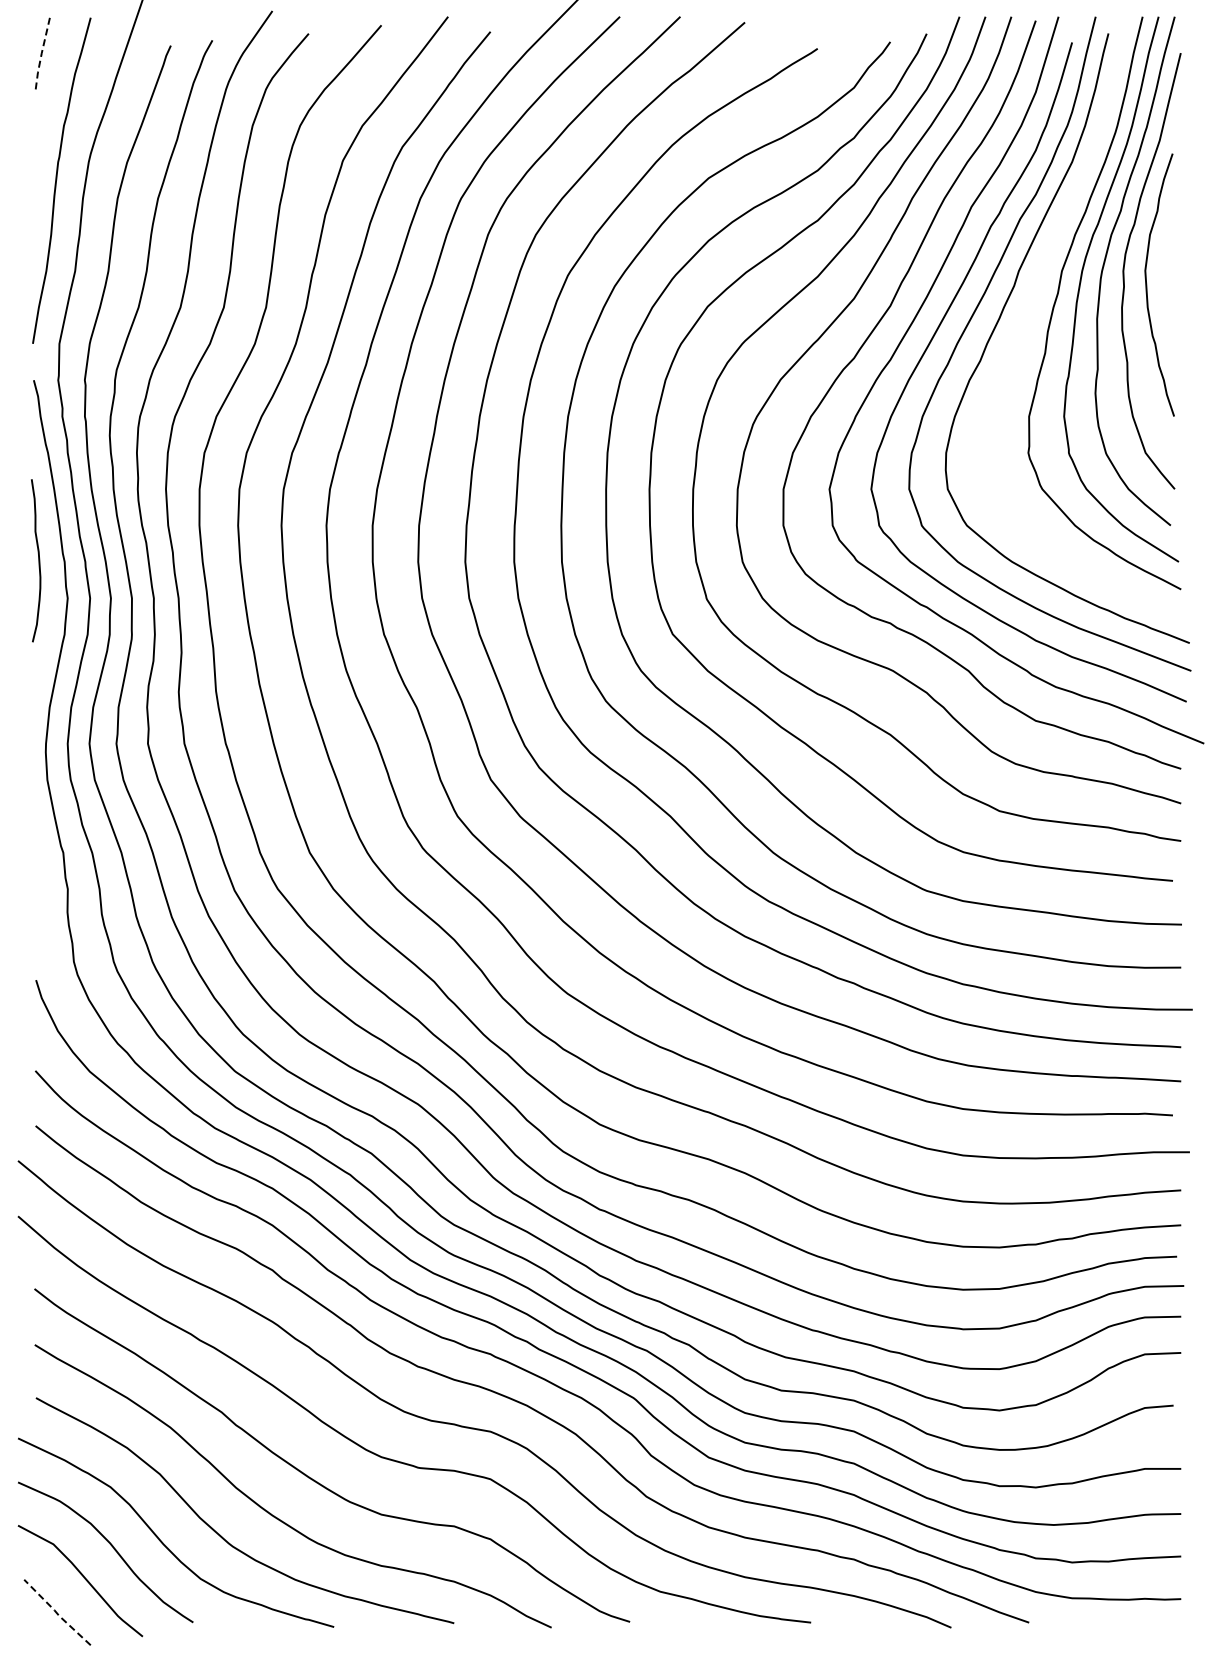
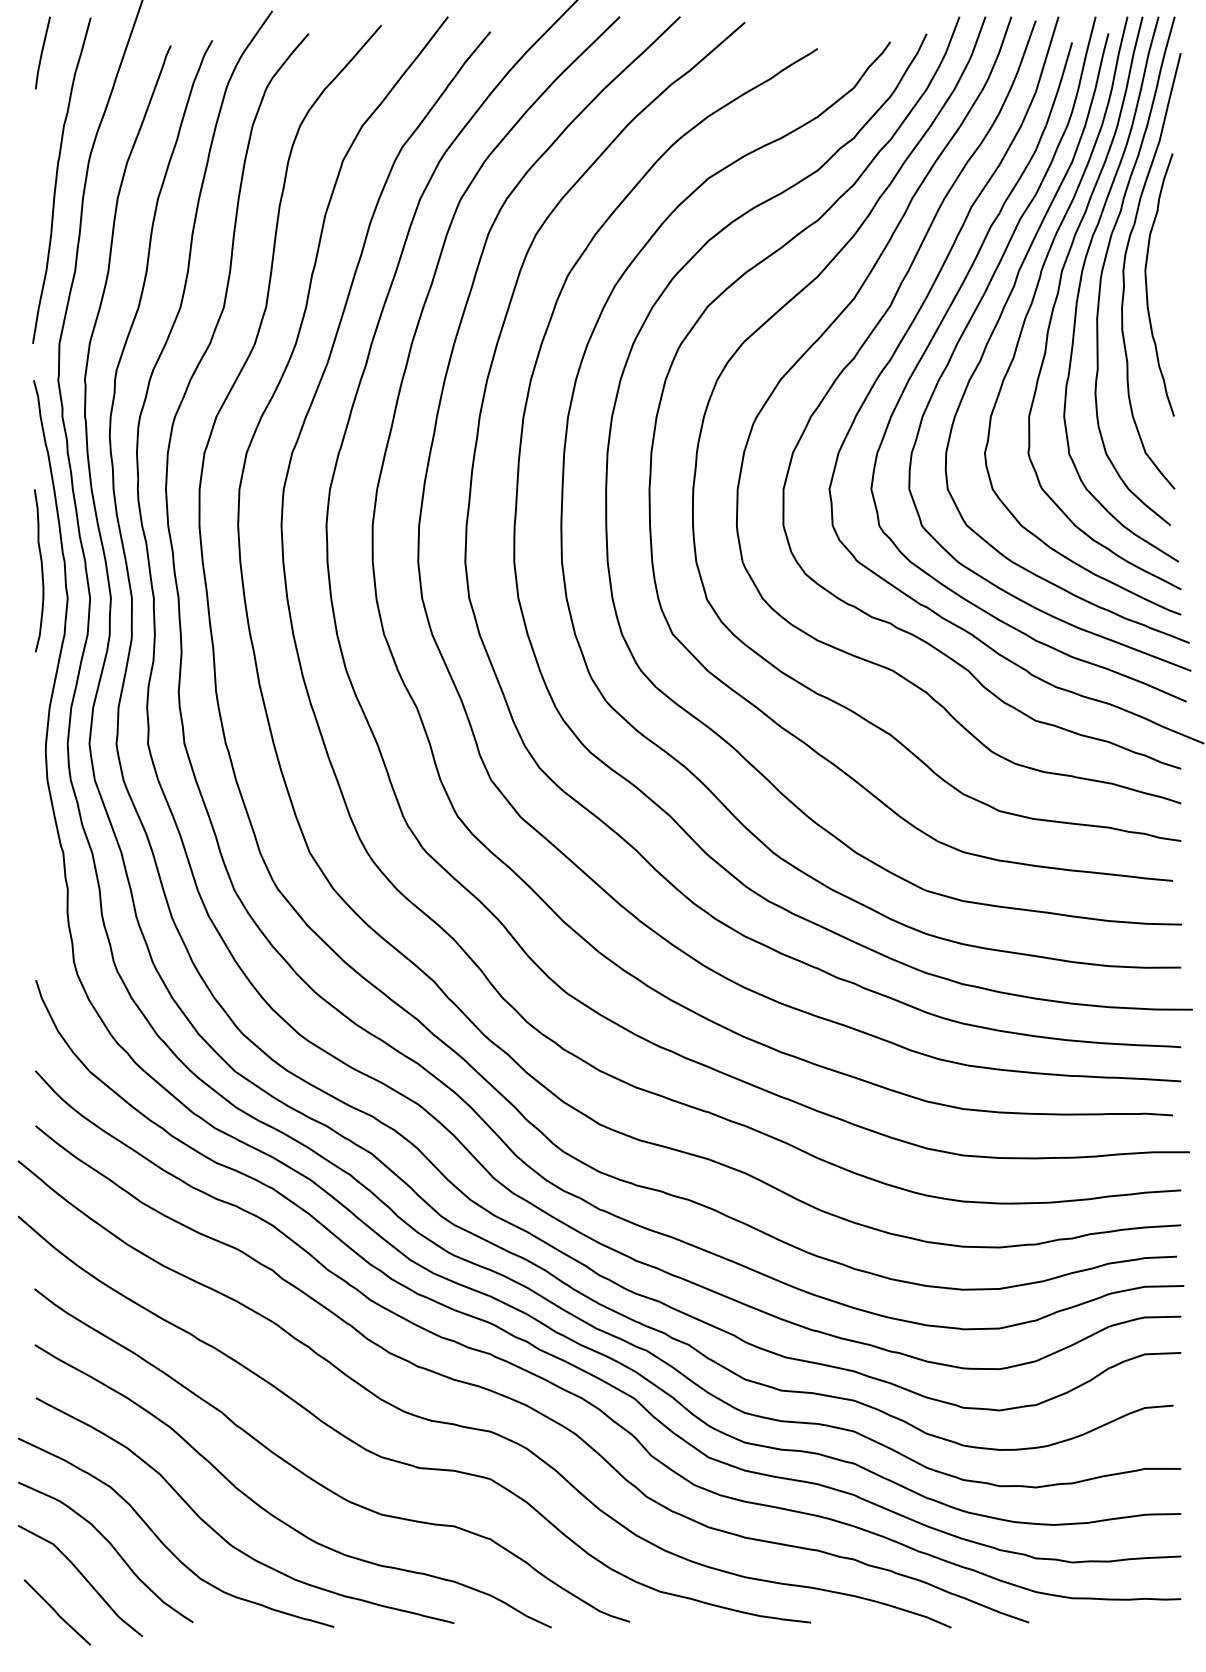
line at (41, 53): dashed -> solid
curve at (1034, 298): none -> present
curve at (38, 560) position: (38, 560) -> (41, 570)
line at (56, 1613): dashed -> solid
